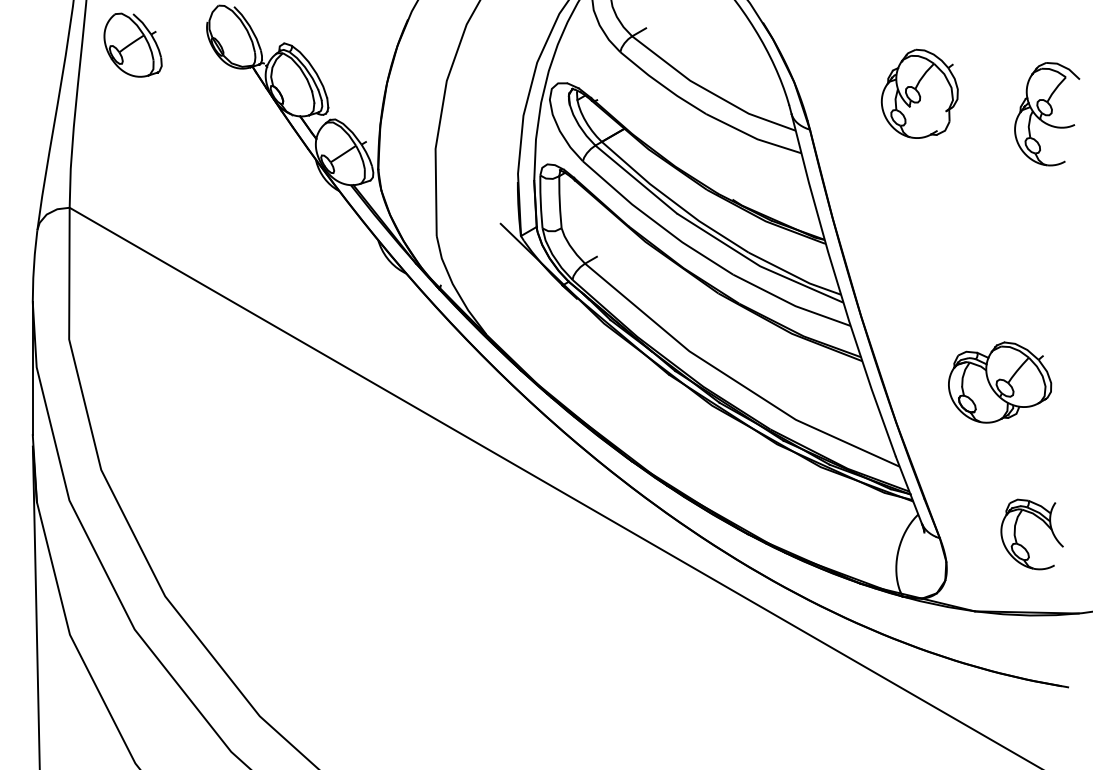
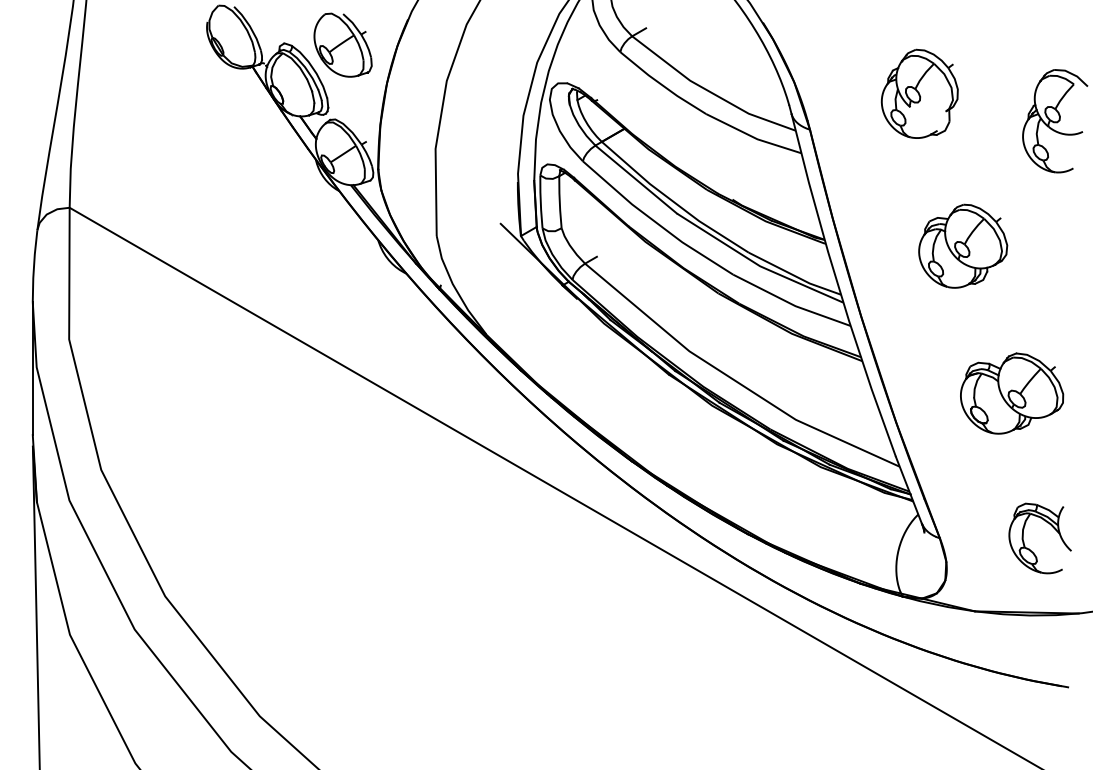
part at (132, 44) position: (132, 44) -> (342, 44)
part at (1047, 114) position: (1047, 114) -> (1055, 121)
part at (963, 245): none -> present
part at (1000, 382) position: (1000, 382) -> (1012, 393)
part at (1021, 544) position: (1021, 544) -> (1029, 548)
